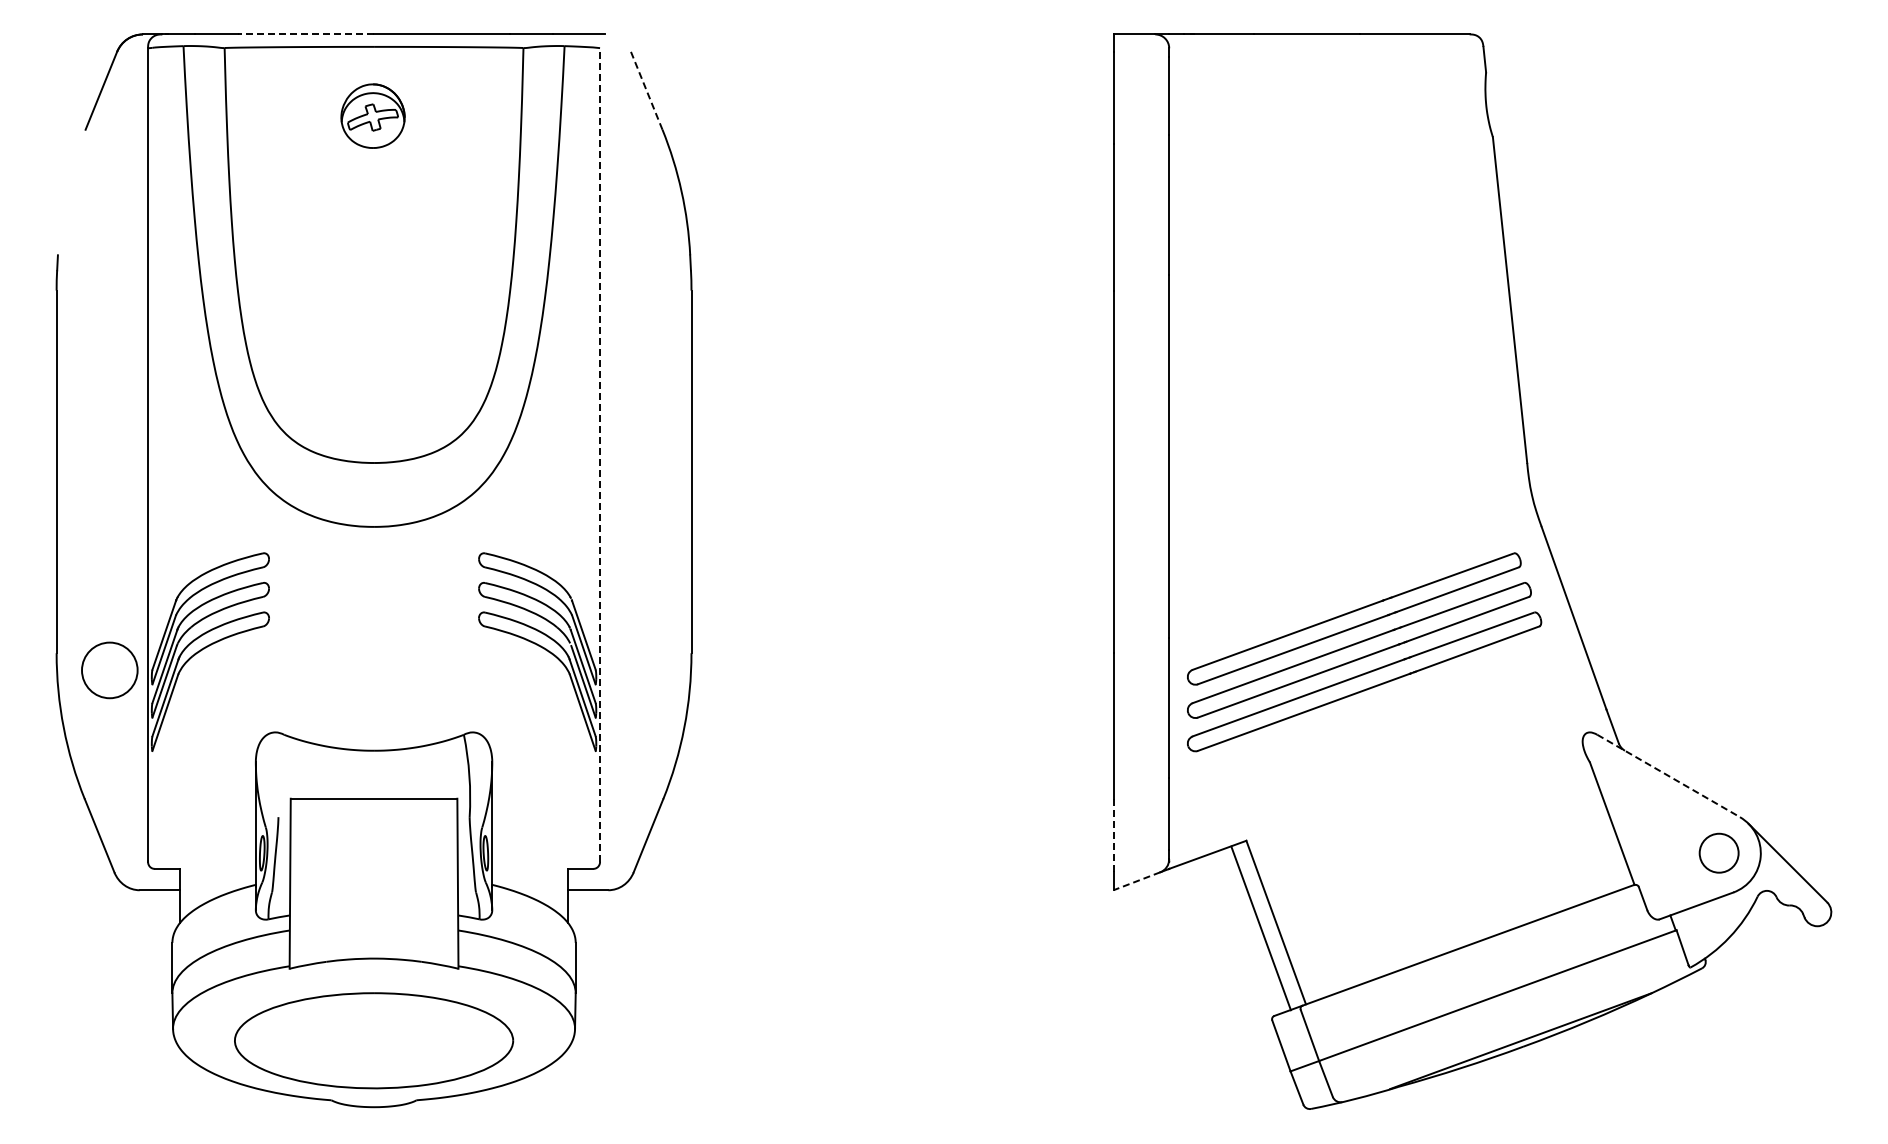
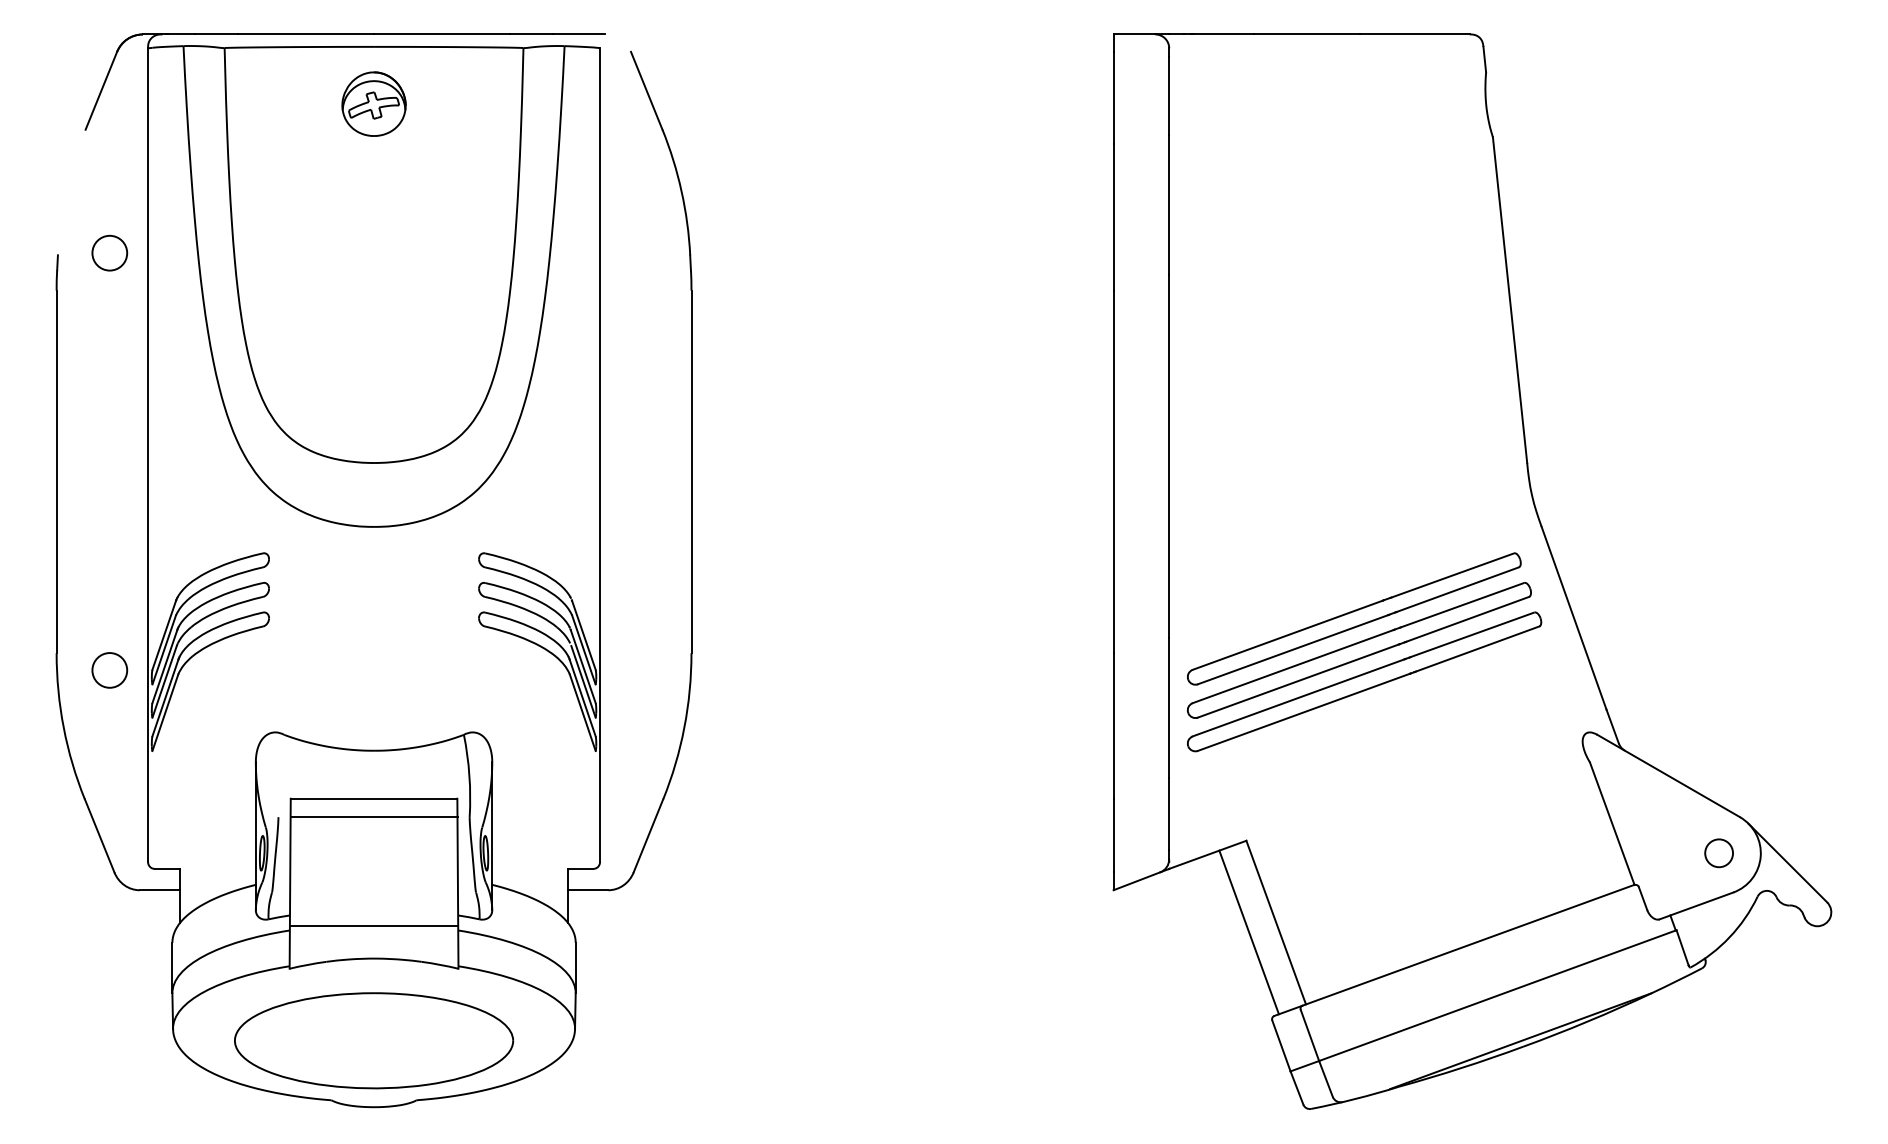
line at (306, 34): dashed -> solid
line at (646, 91): dashed -> solid
part at (372, 115) position: (372, 115) -> (373, 103)
circle at (109, 252): none -> present
line at (600, 455): dashed -> solid
circle at (109, 670) diameter: 56 px -> 35 px
line at (1669, 776): dashed -> solid
line at (373, 816): none -> present
line at (1113, 835): dashed -> solid
circle at (1718, 852) size: 42x42 px -> 30x31 px
line at (1136, 881): dashed -> solid
line at (373, 926): none -> present
line at (1260, 928) position: (1260, 928) -> (1248, 932)
